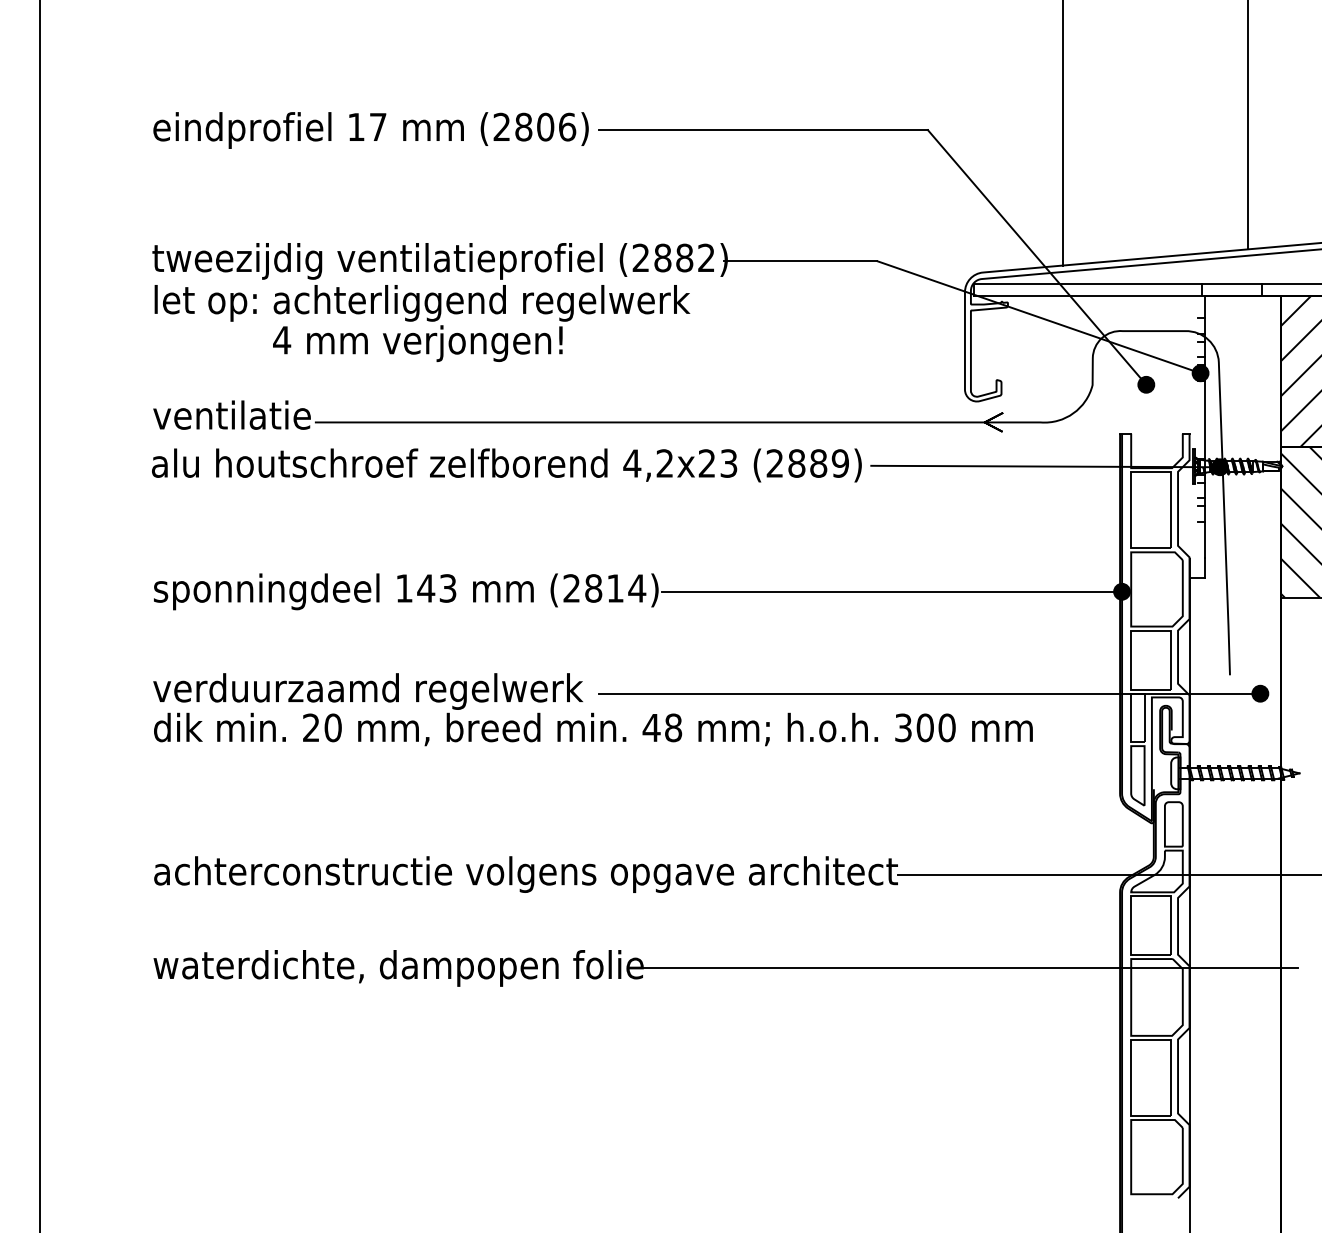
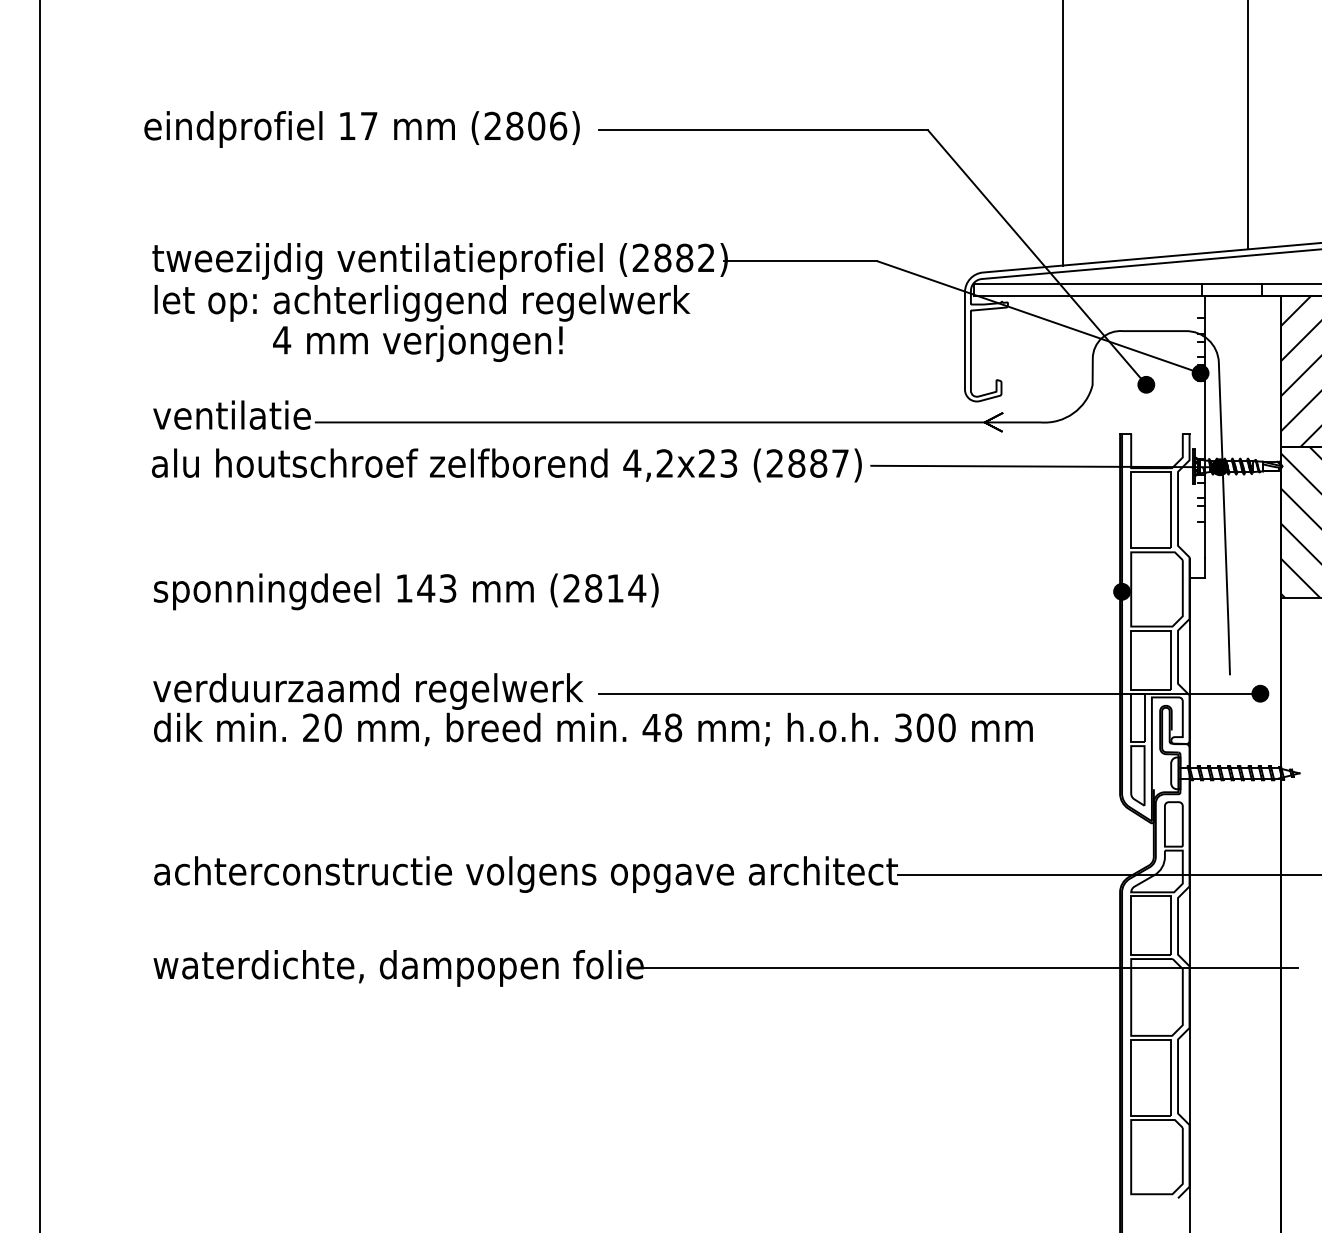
text at (370, 130) position: (370, 130) -> (361, 129)
text at (839, 463): (2889) -> (2887)
line at (892, 591): present -> none
